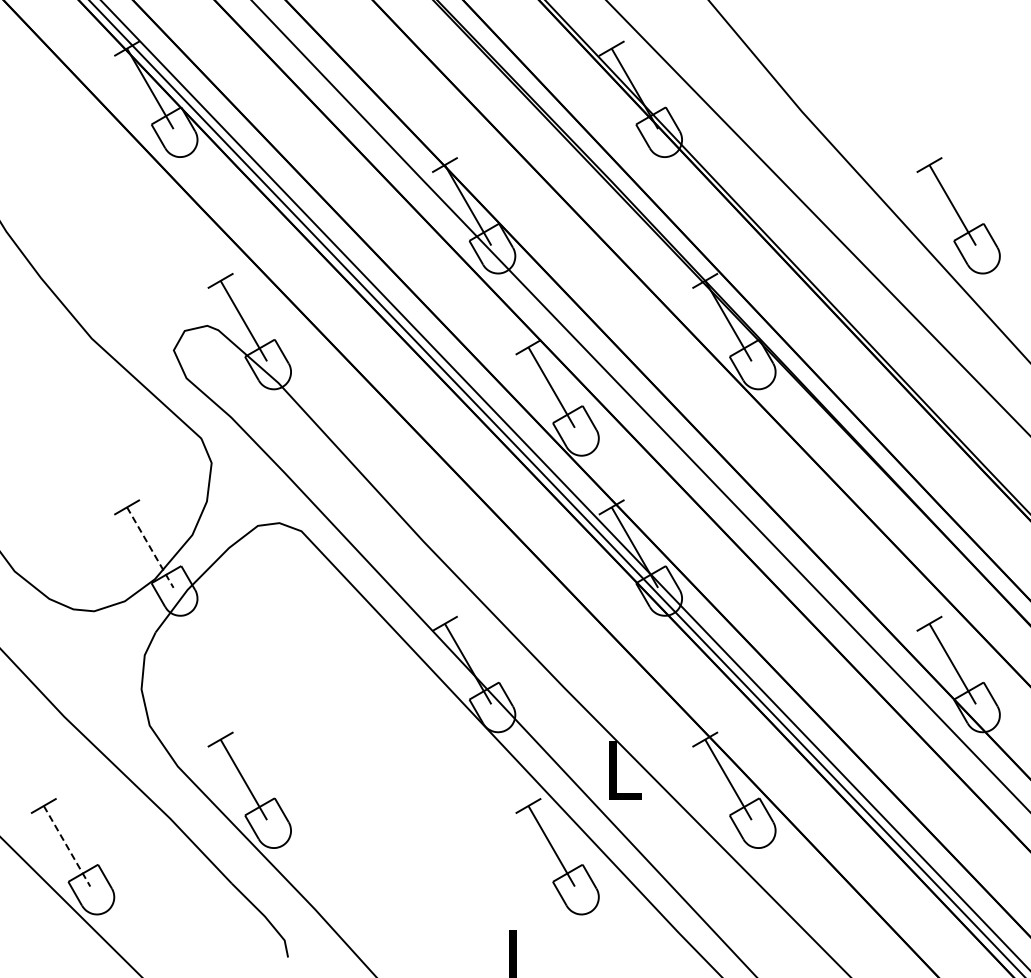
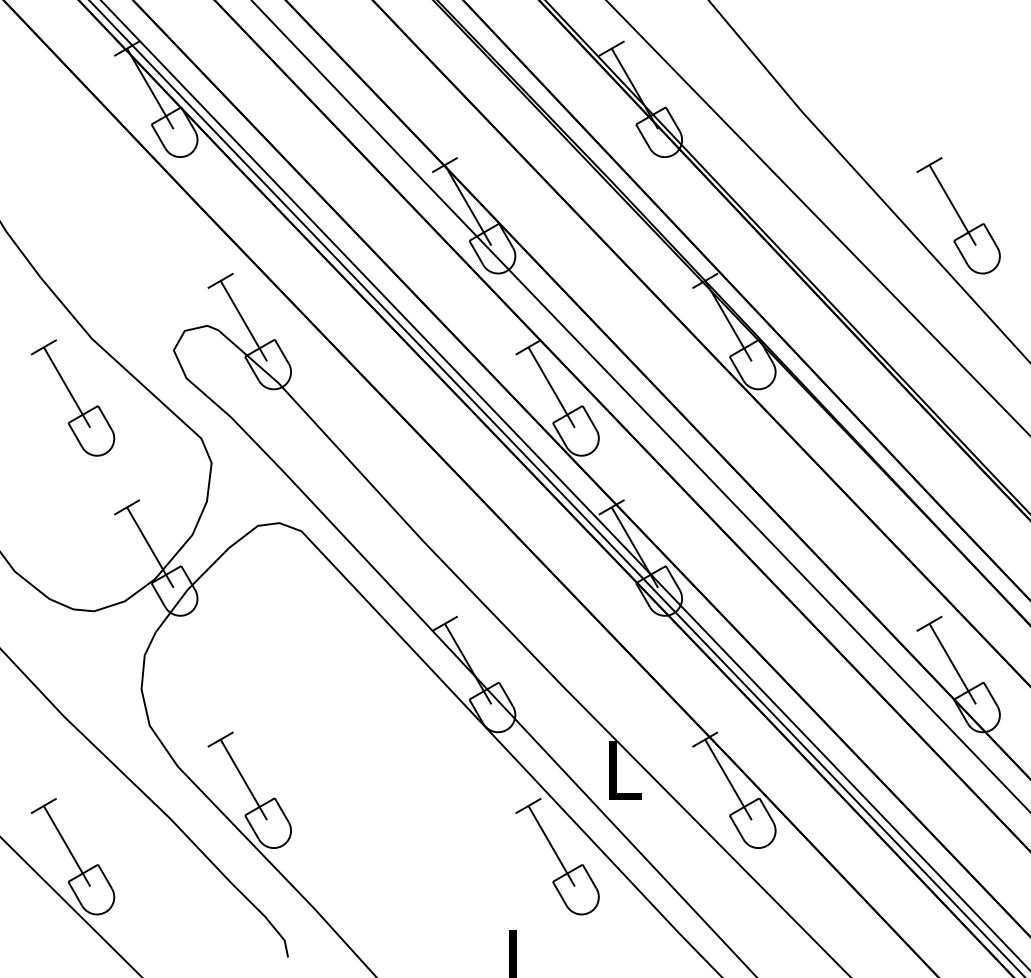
part at (73, 397): none -> present
line at (150, 548): dashed -> solid
line at (67, 846): dashed -> solid
